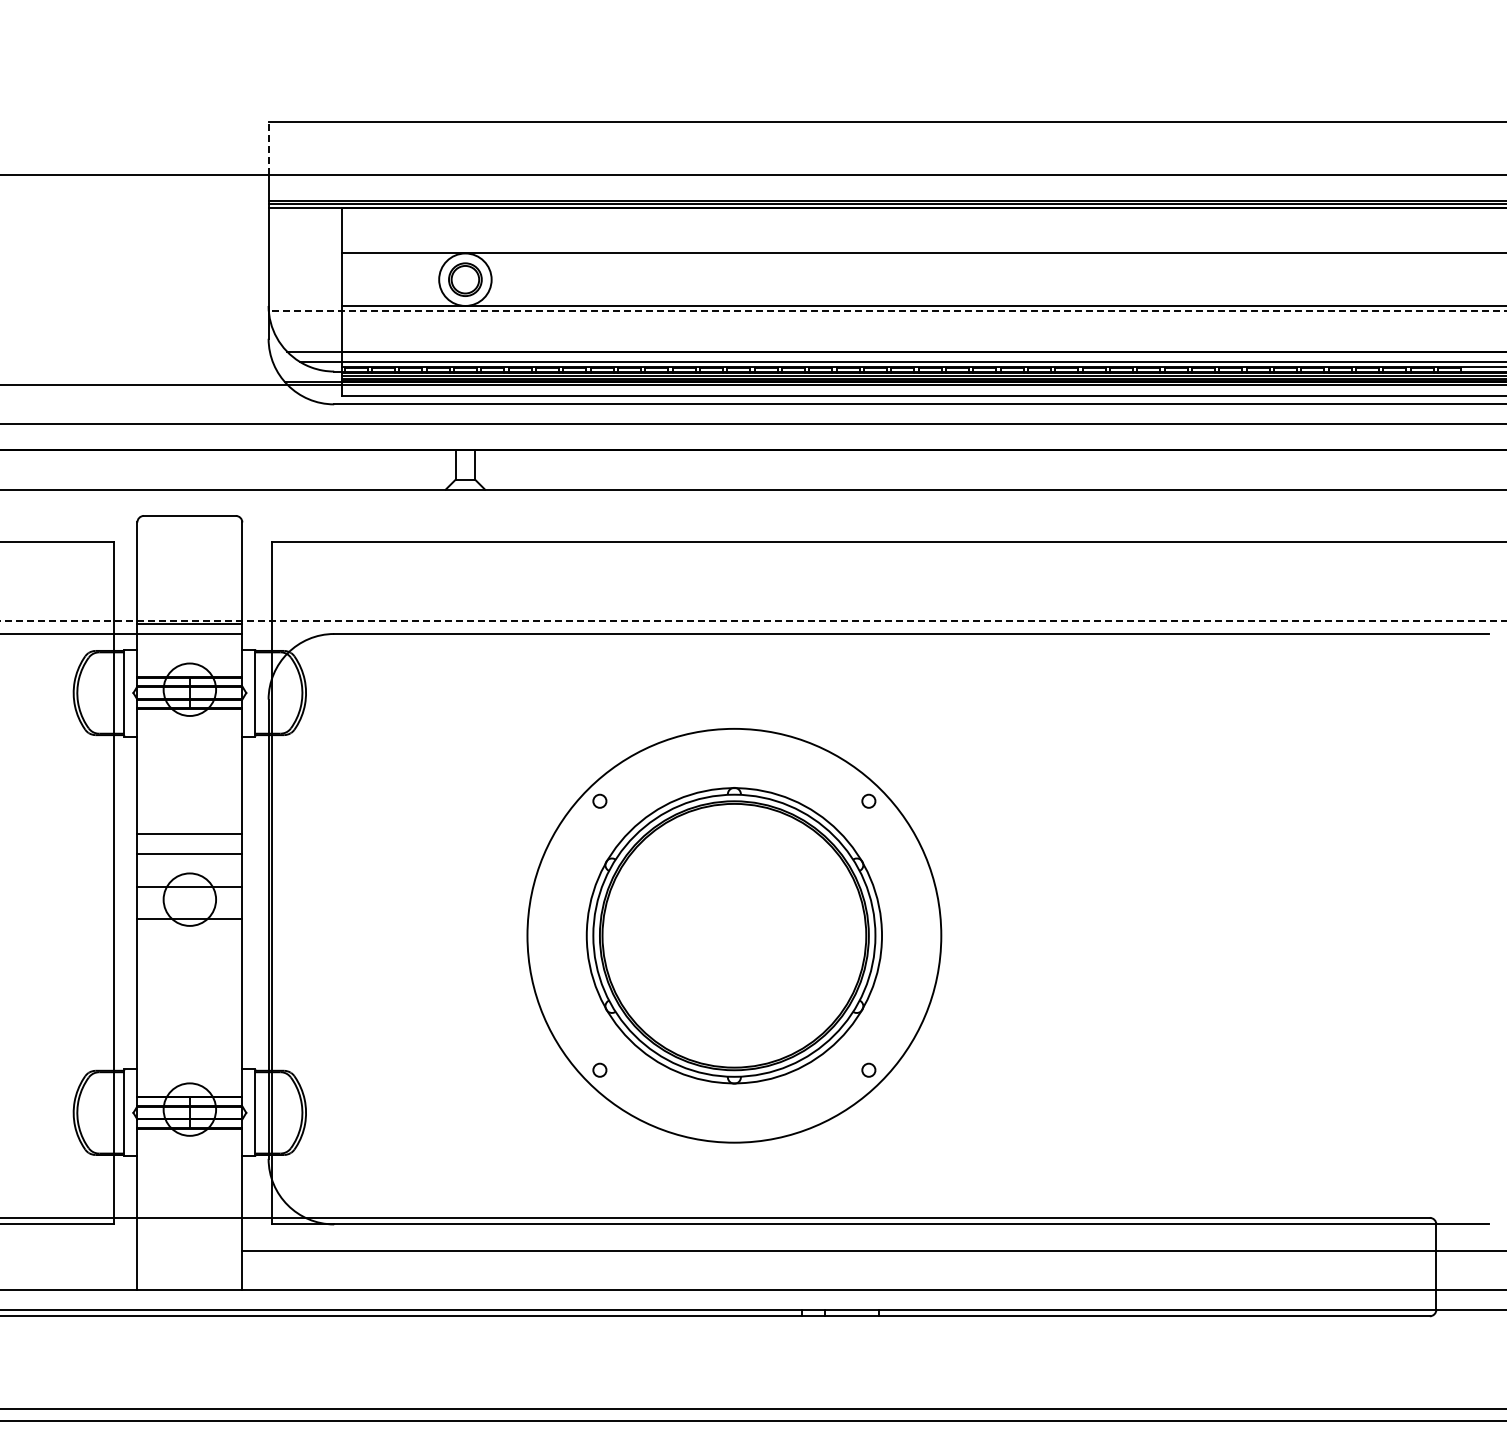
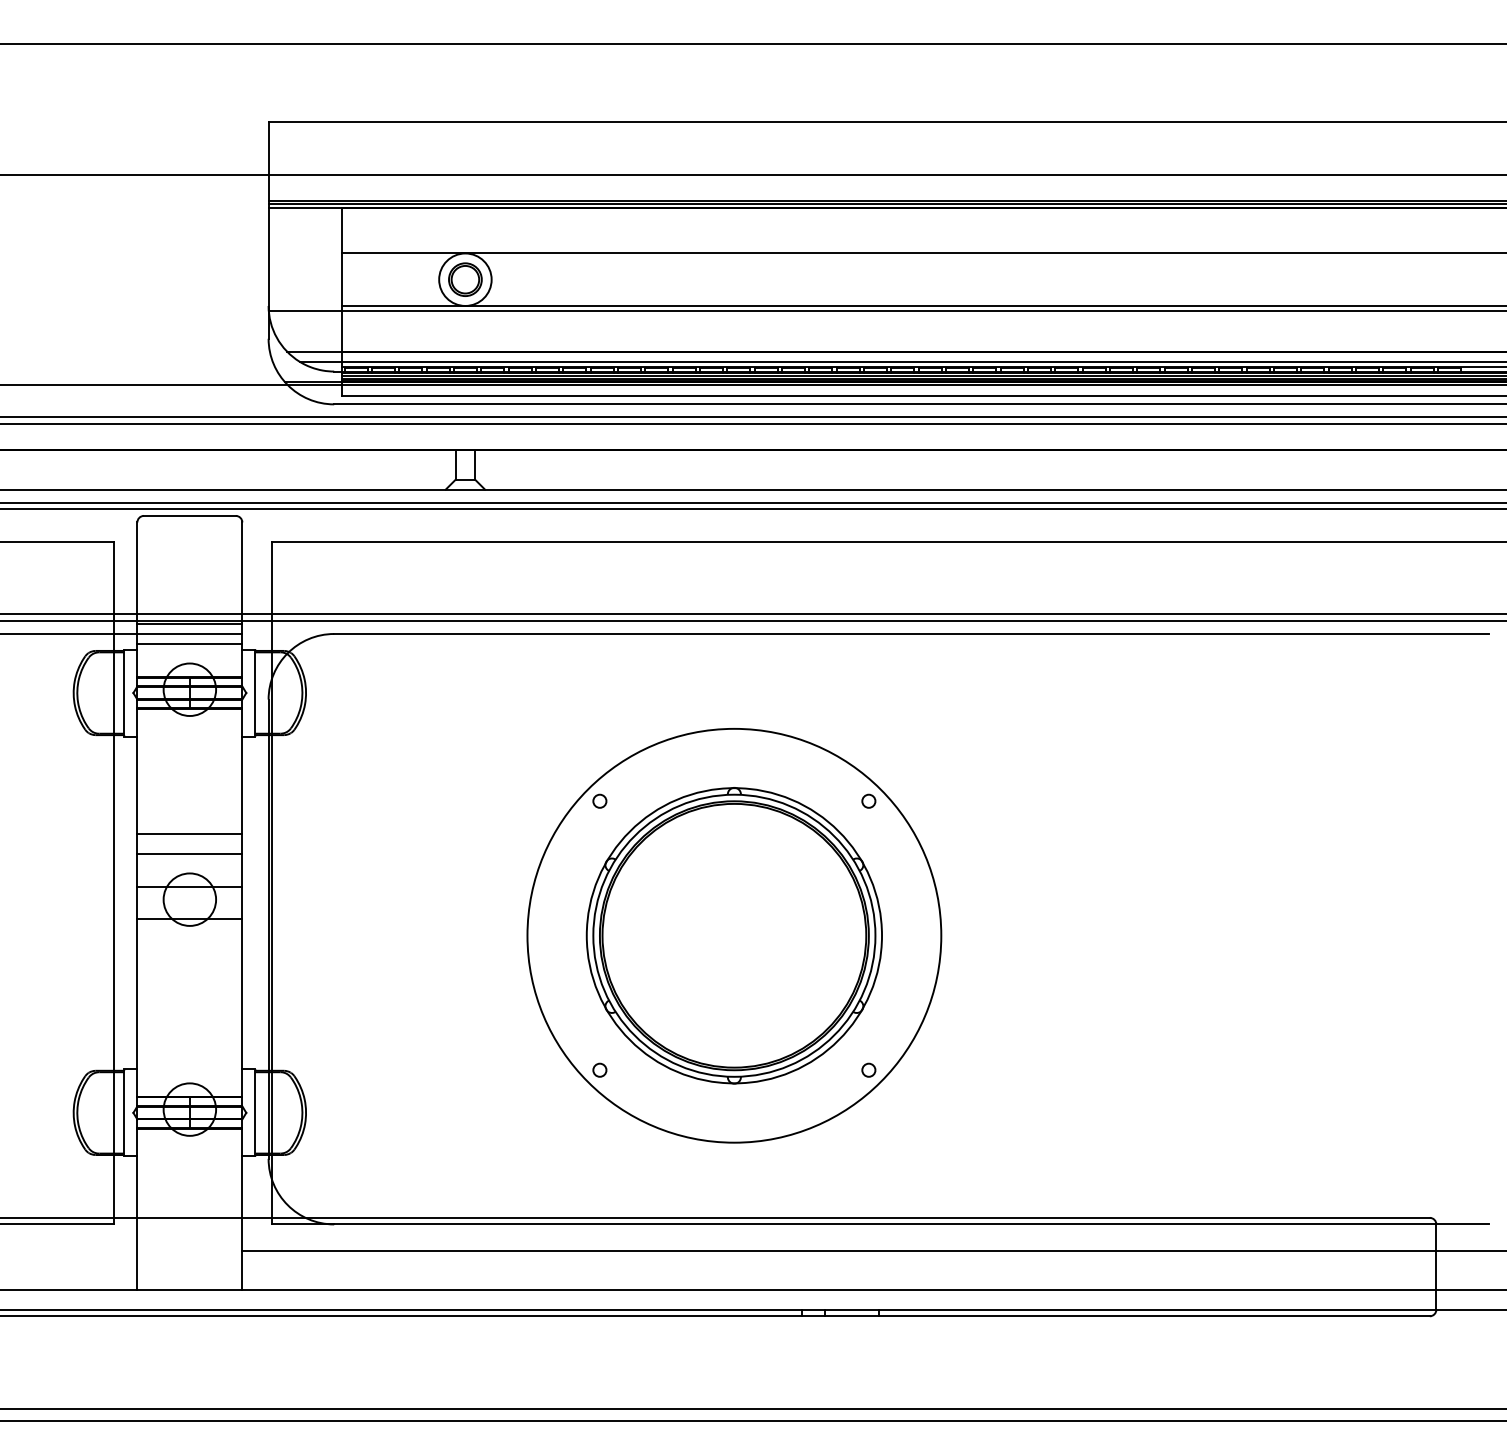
line at (752, 43): none -> present
line at (268, 148): dashed -> solid
line at (887, 310): dashed -> solid
line at (752, 417): none -> present
line at (752, 502): none -> present
line at (752, 509): none -> present
line at (752, 614): none -> present
line at (753, 620): dashed -> solid
line at (189, 643): none -> present
